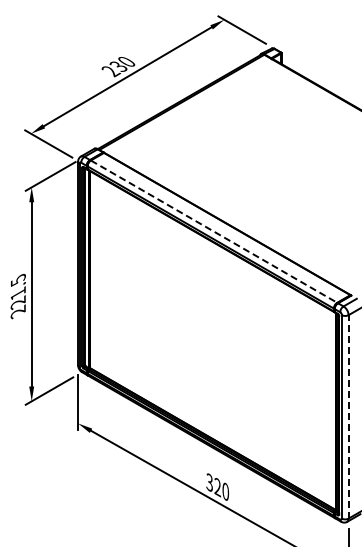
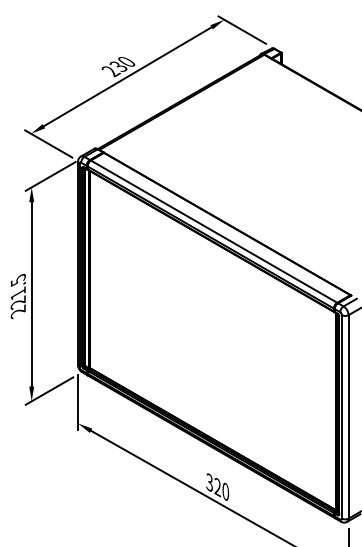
line at (214, 231): dashed -> solid
line at (348, 416): dashed -> solid
